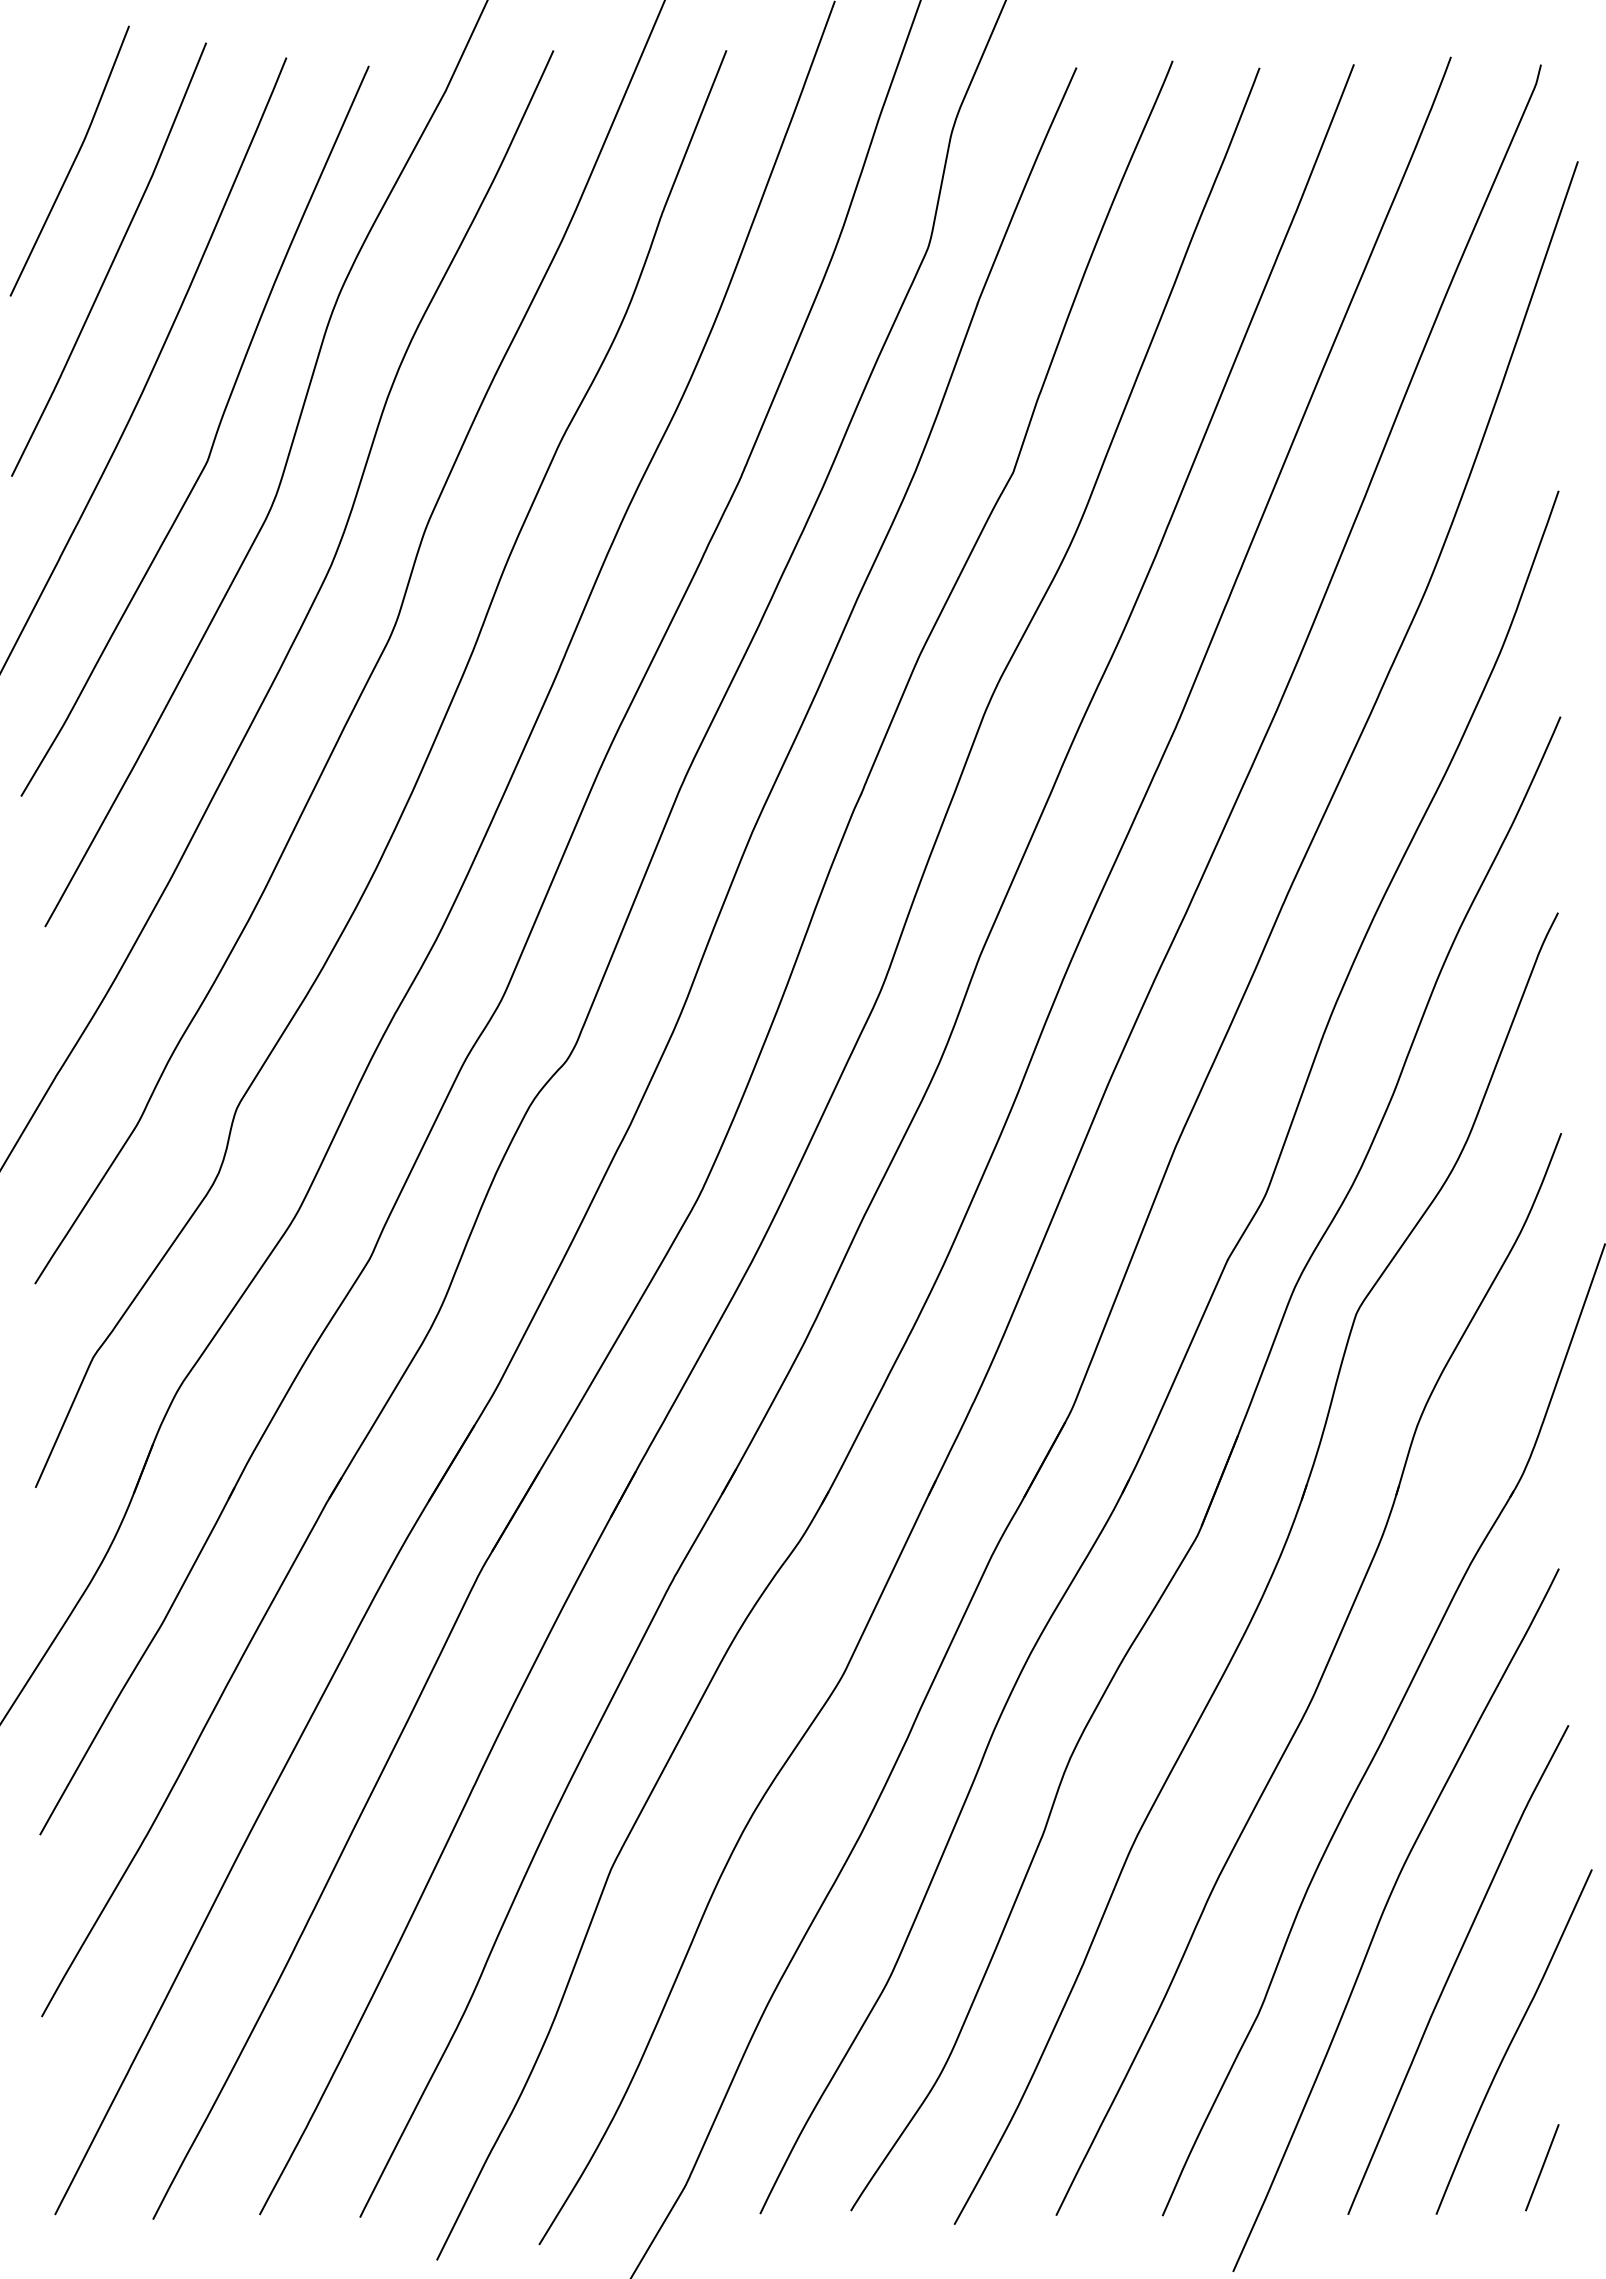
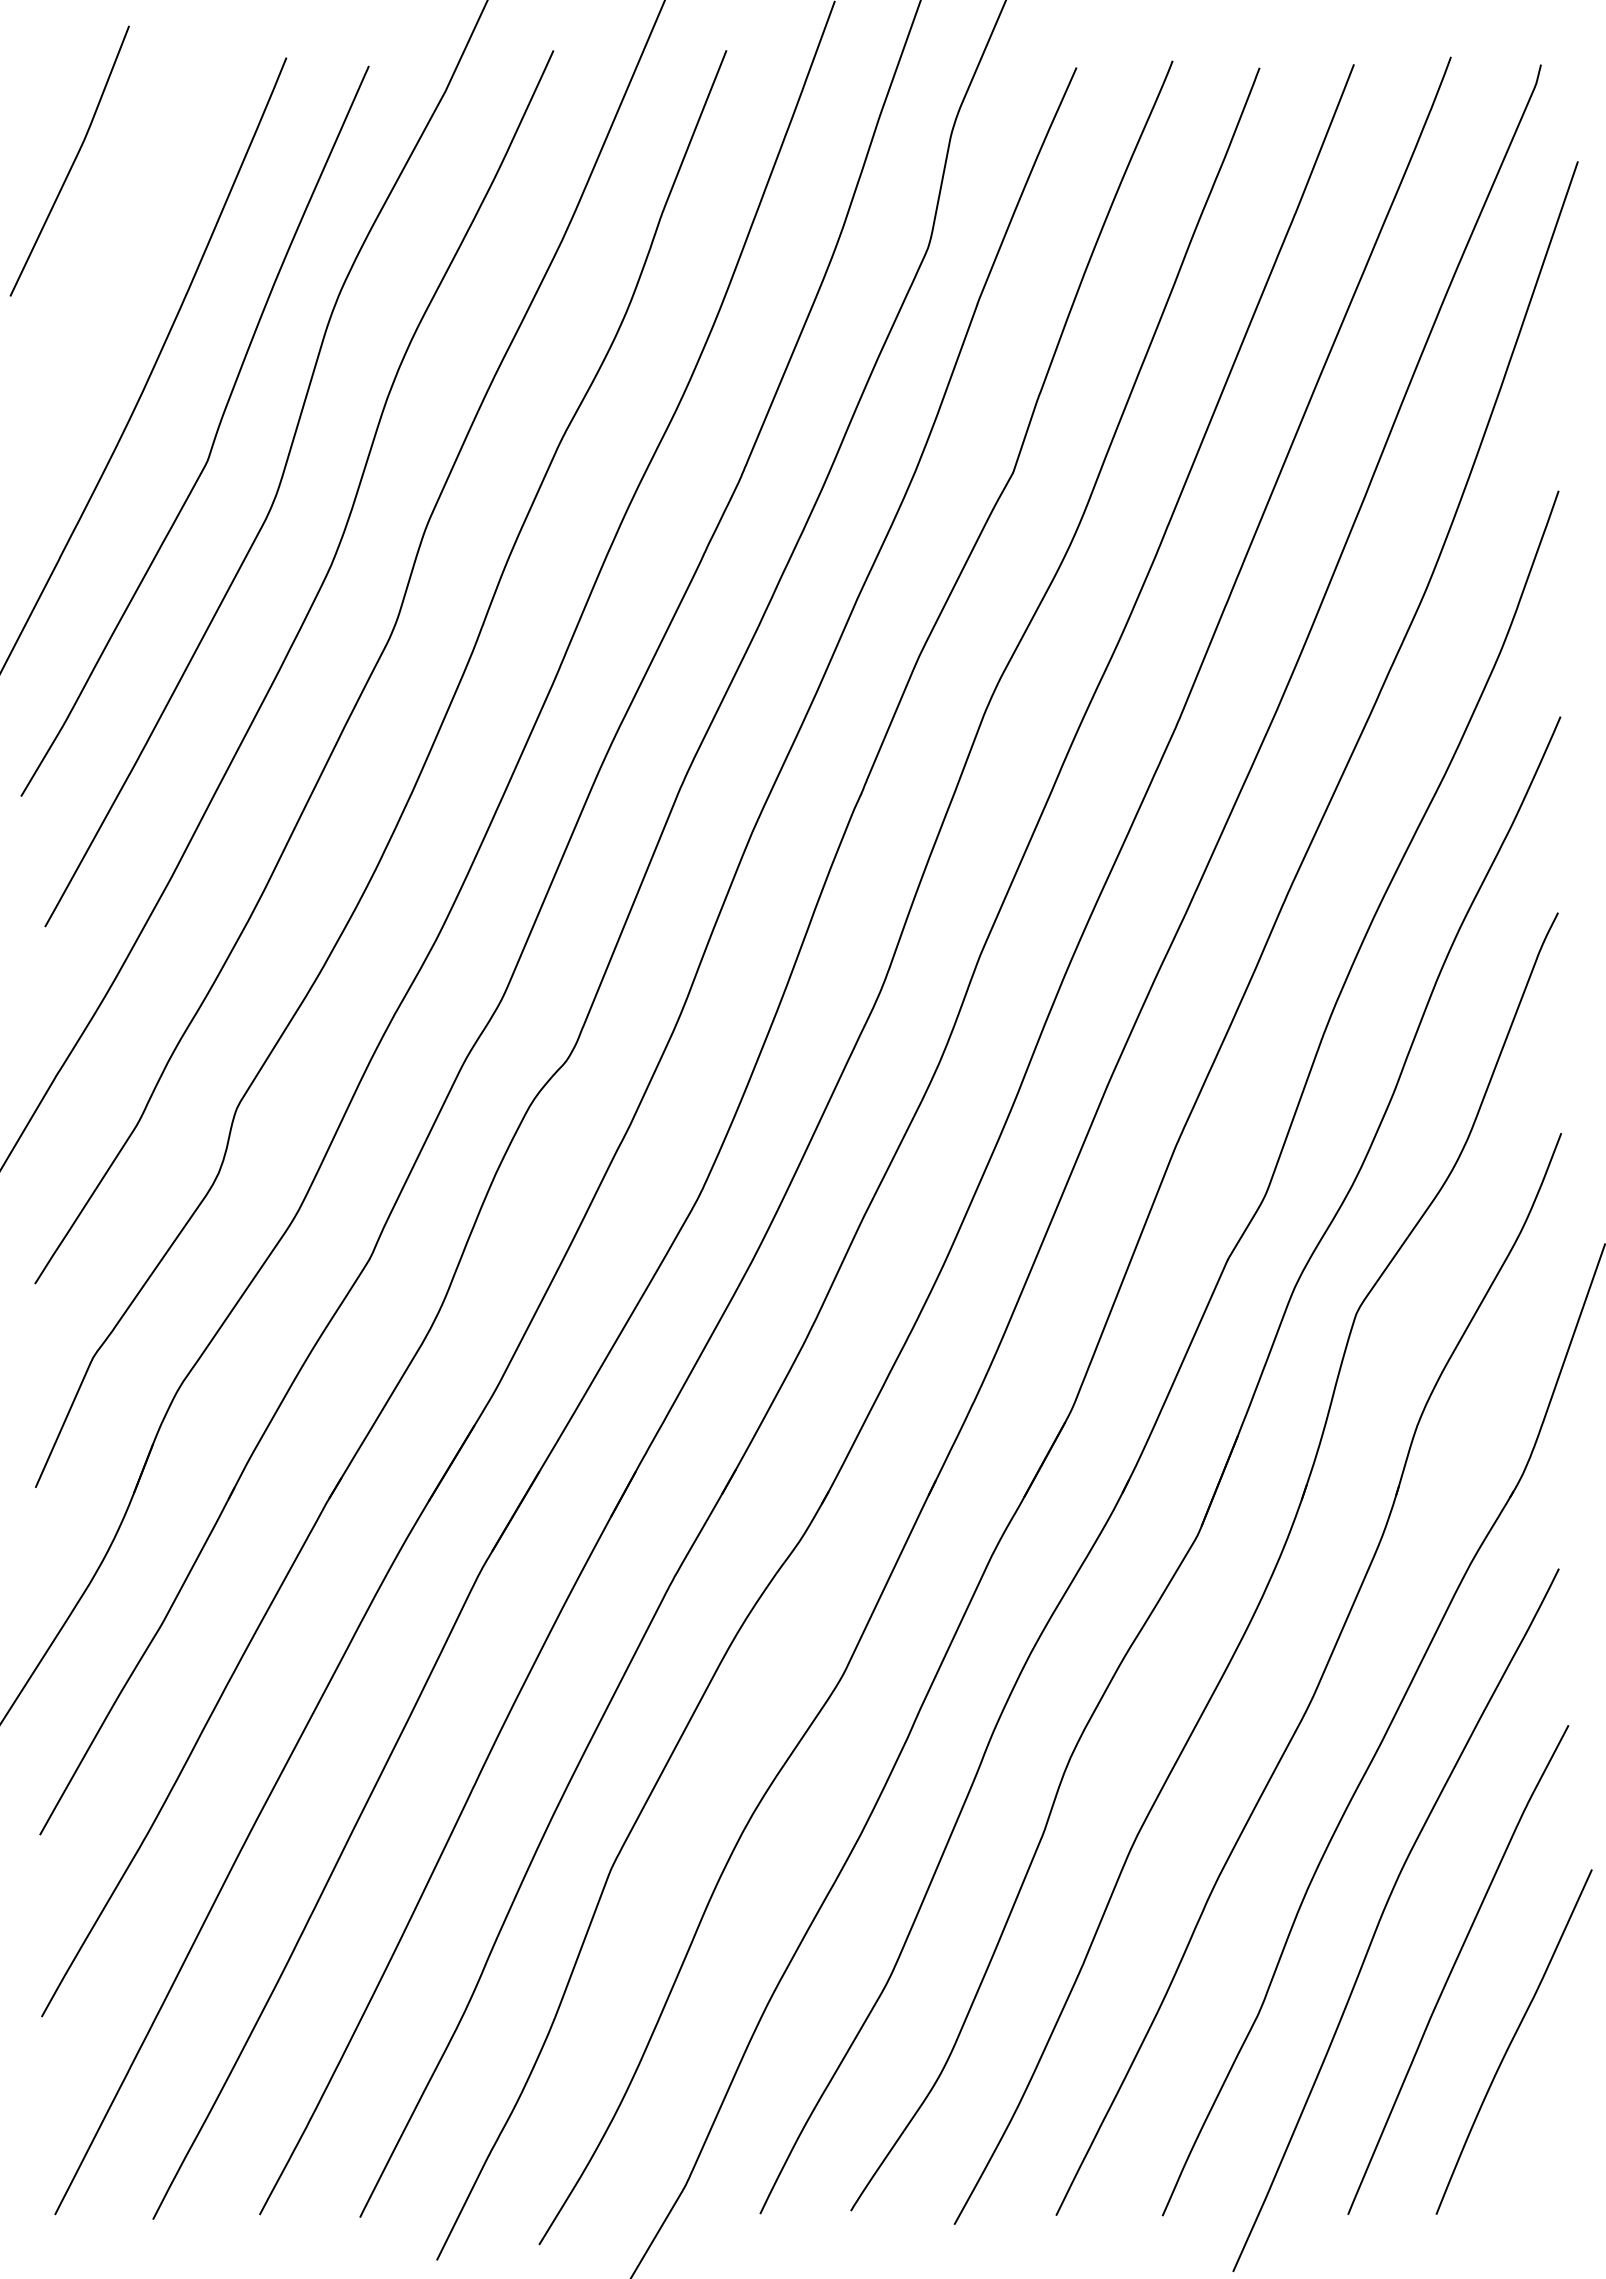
curve at (112, 260): present -> none
line at (1542, 2167): present -> none
